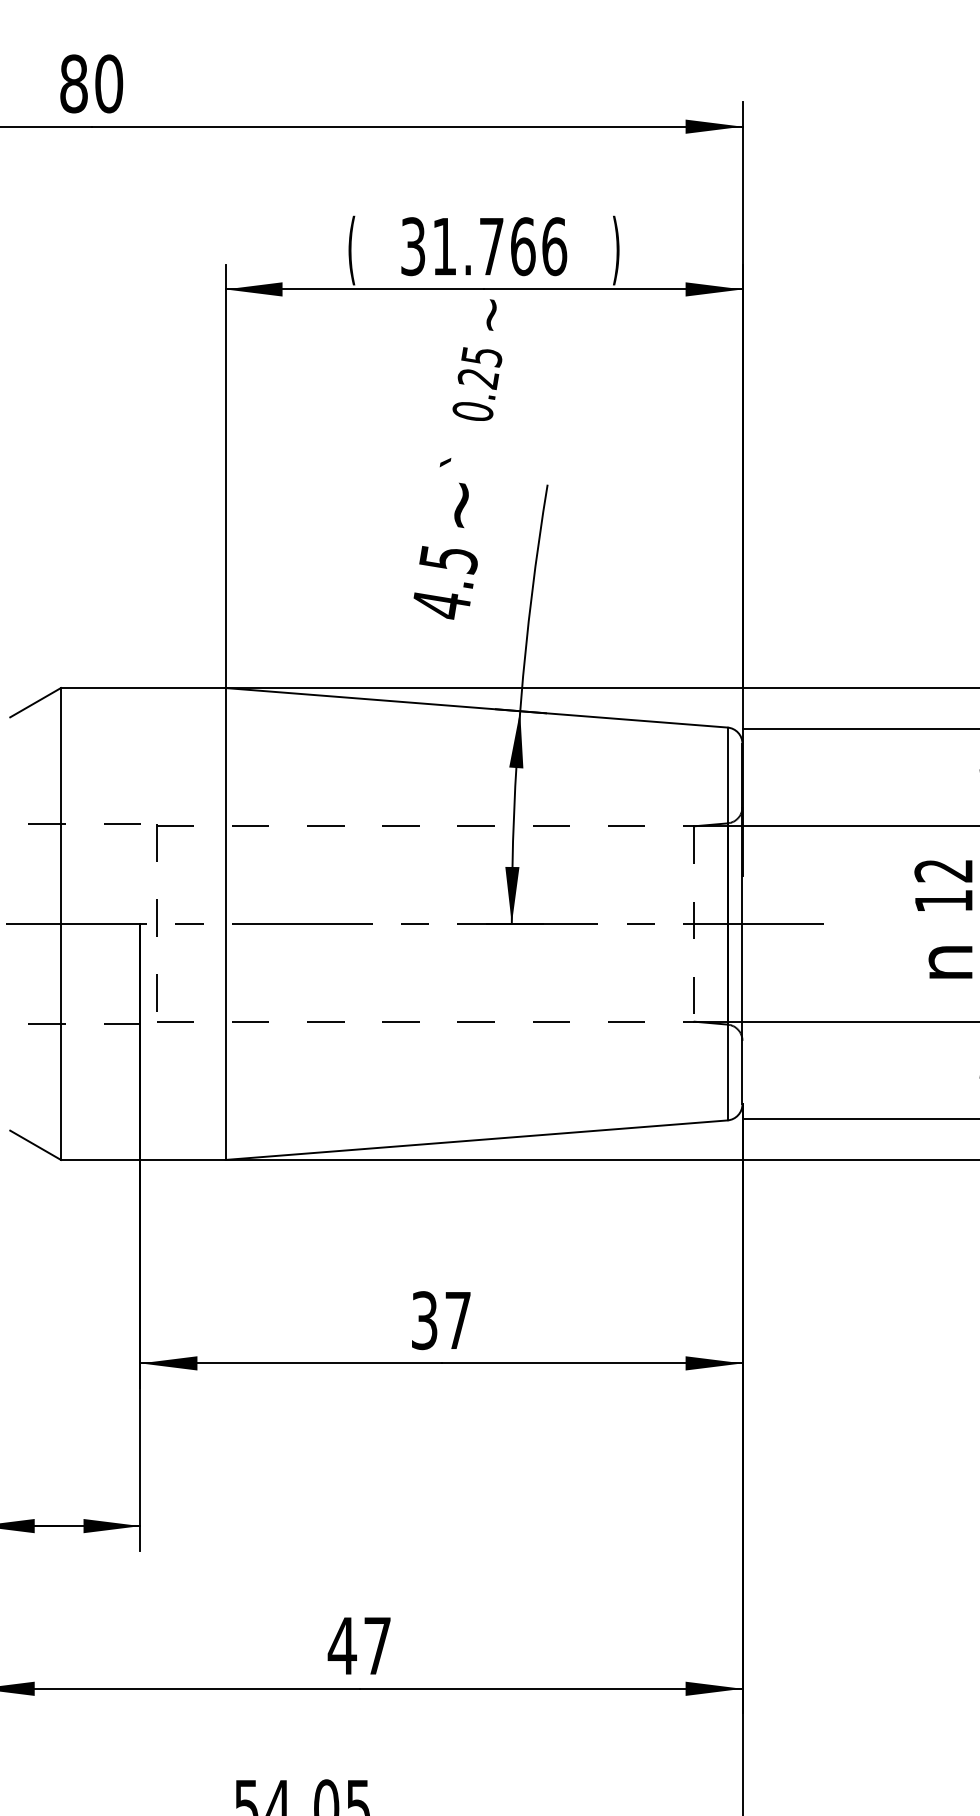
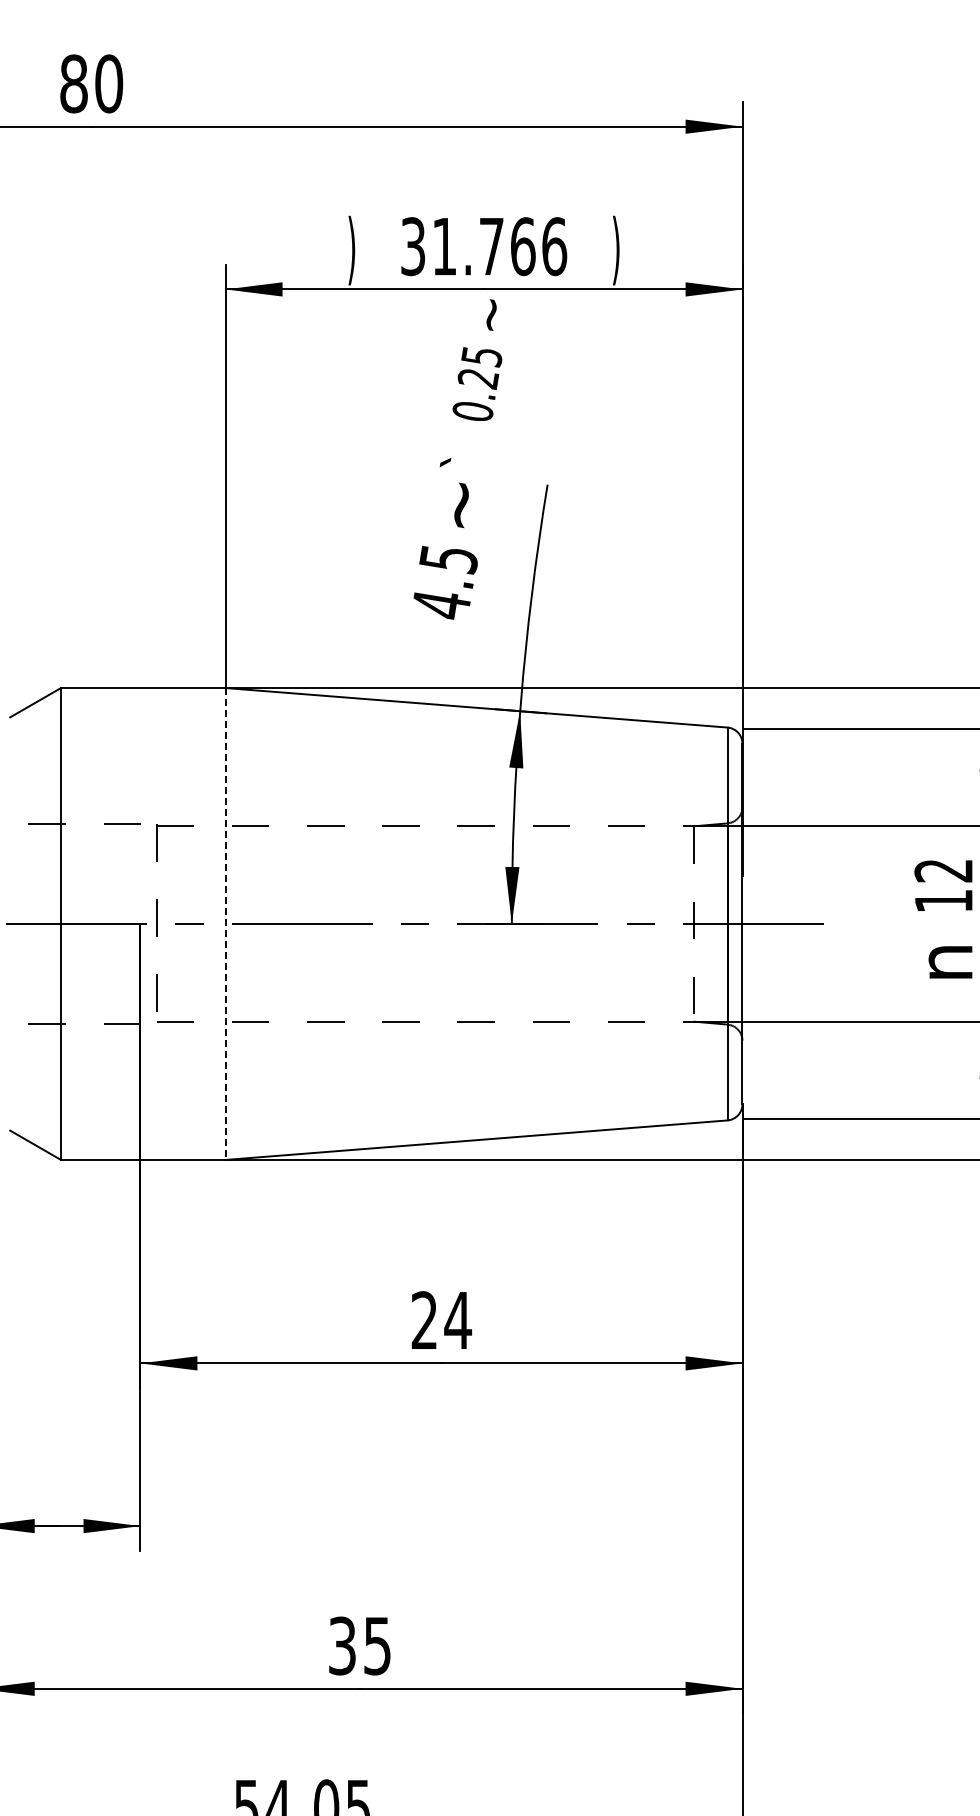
text at (351, 250): ( -> )
line at (225, 924): solid -> dashed
text at (441, 1320): 37 -> 24
text at (358, 1645): 47 -> 35
